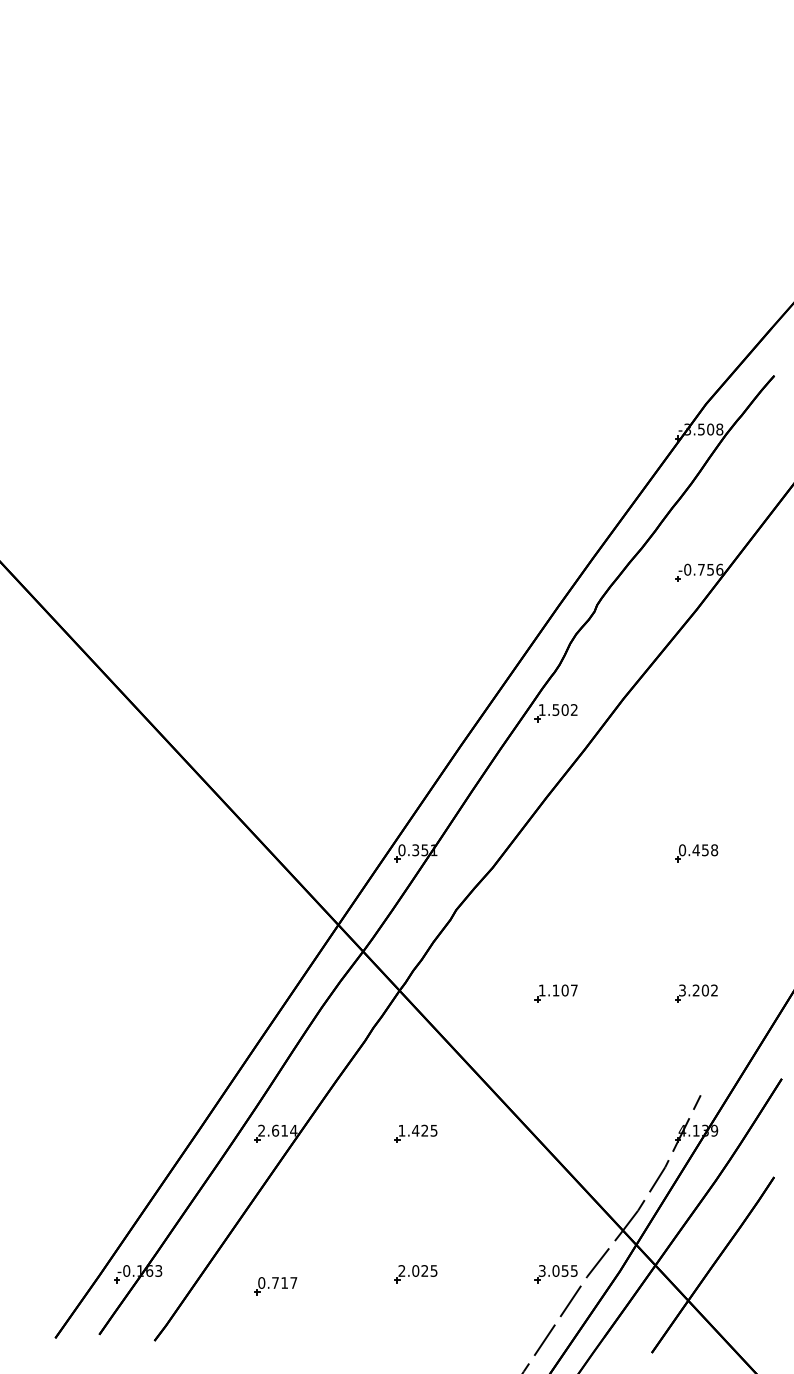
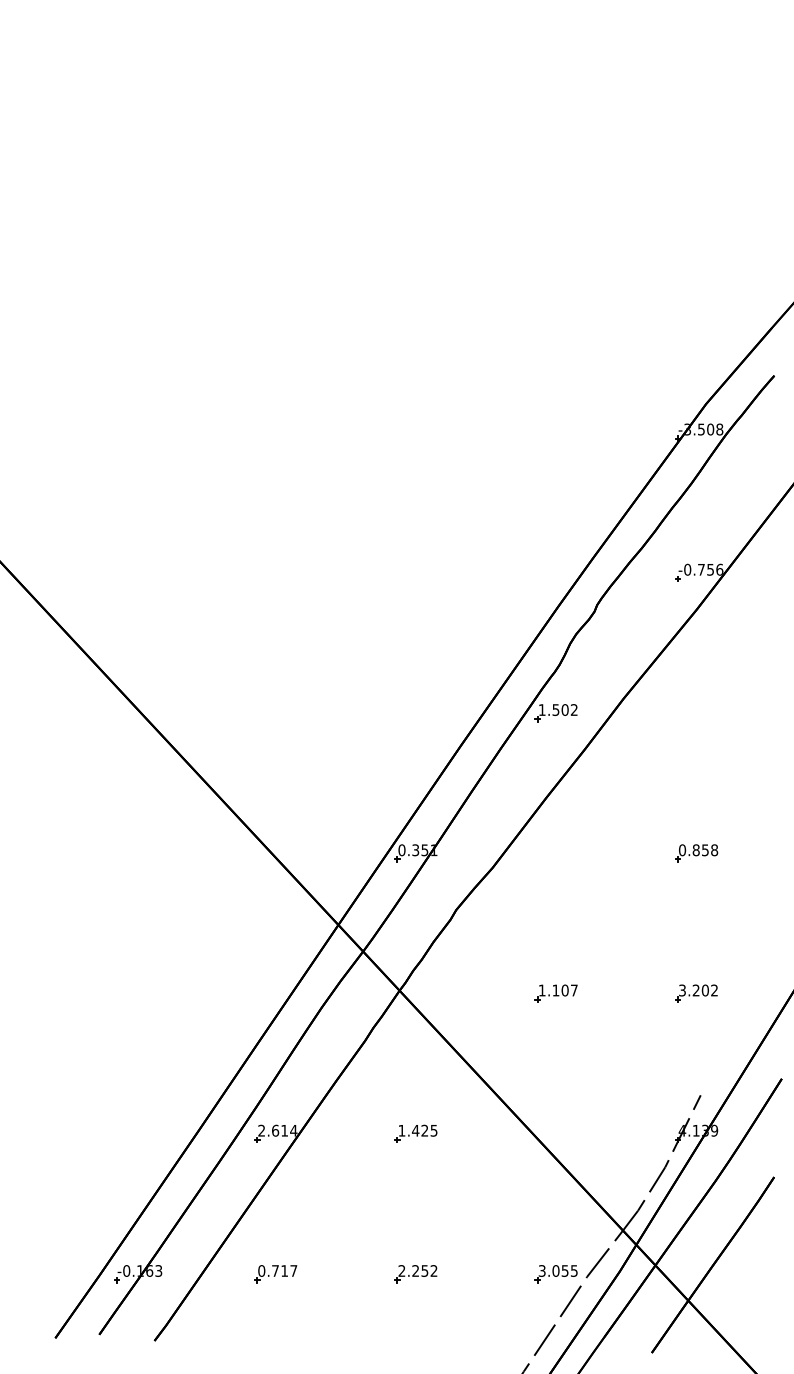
text at (695, 850): 0.458 -> 0.858
text at (424, 1270): 2.025 -> 2.252
part at (275, 1286) position: (275, 1286) -> (275, 1274)
